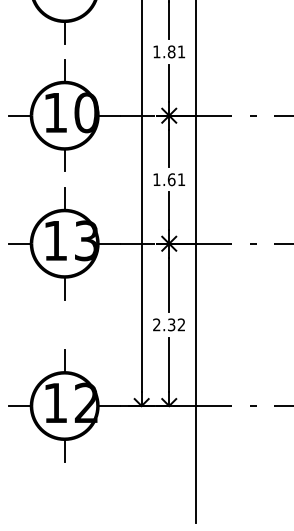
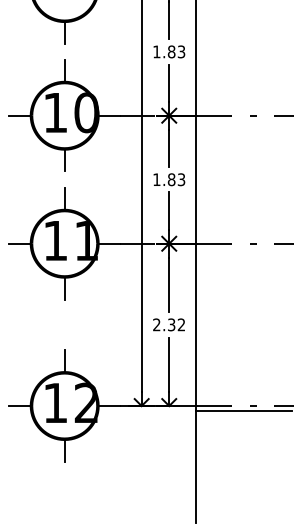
text at (181, 51): 1.81 -> 1.83
text at (176, 179): 1.61 -> 1.83
text at (86, 240): 13 -> 11
line at (242, 411): none -> present
